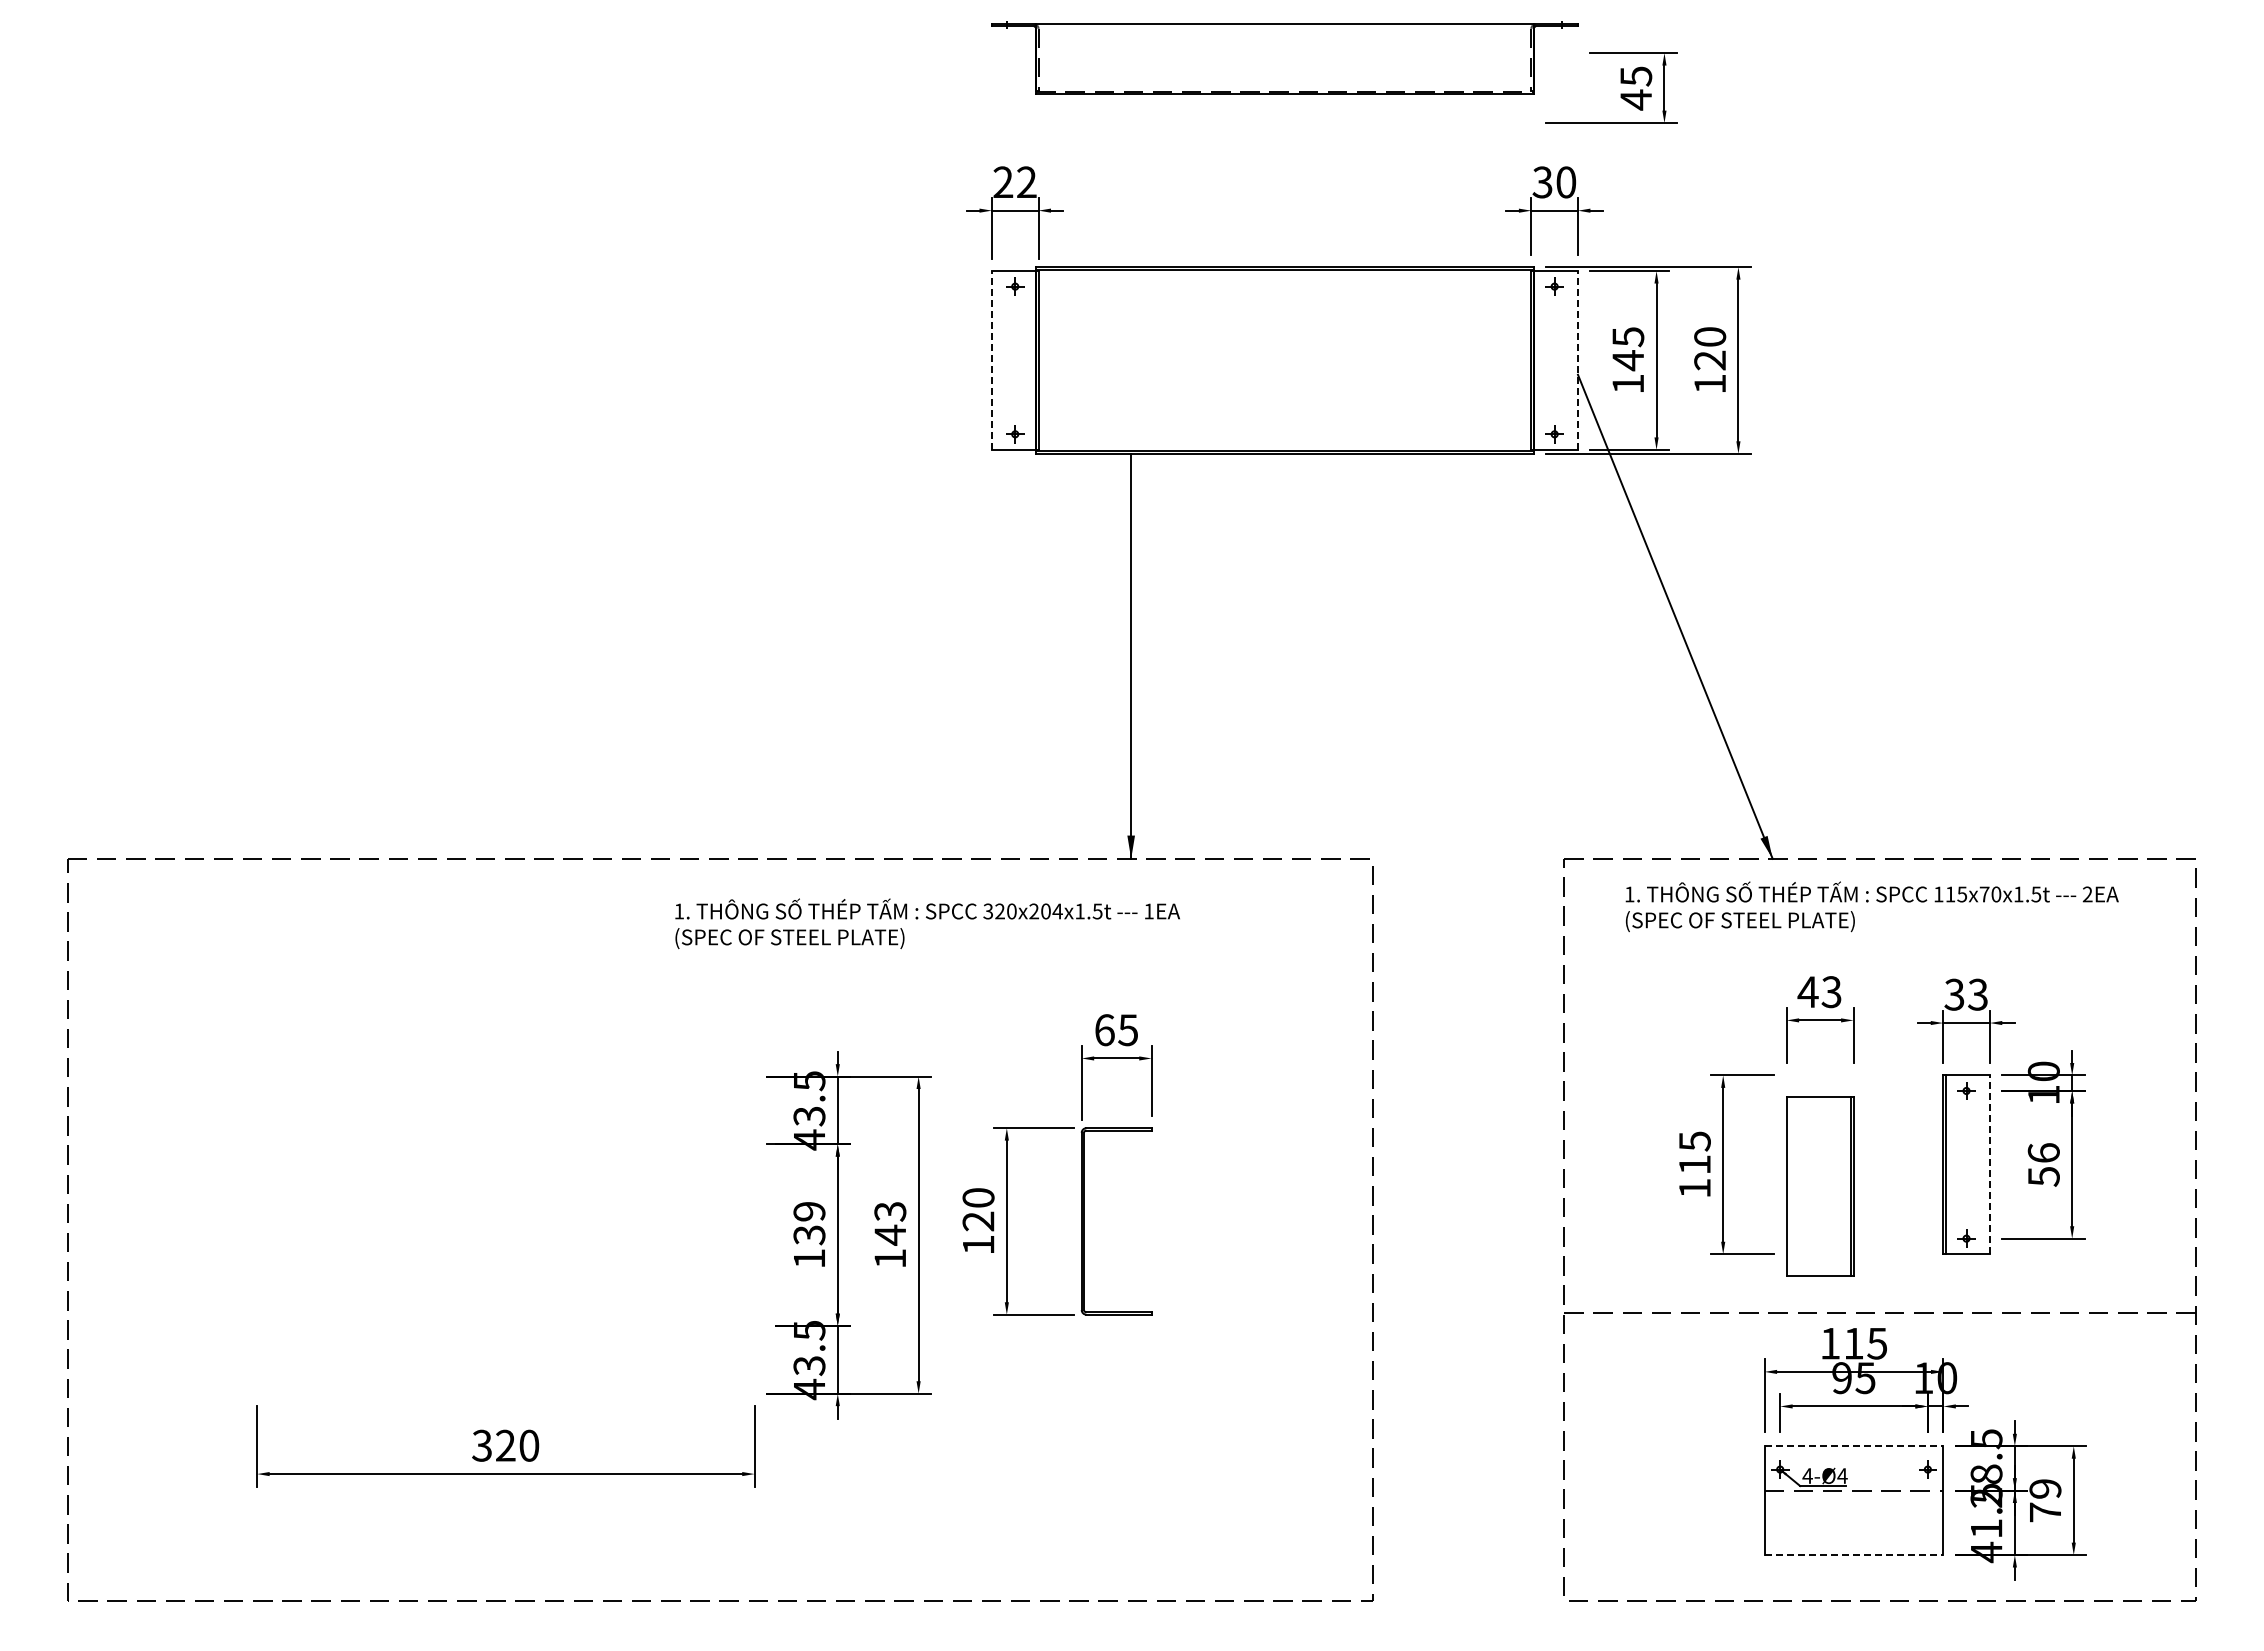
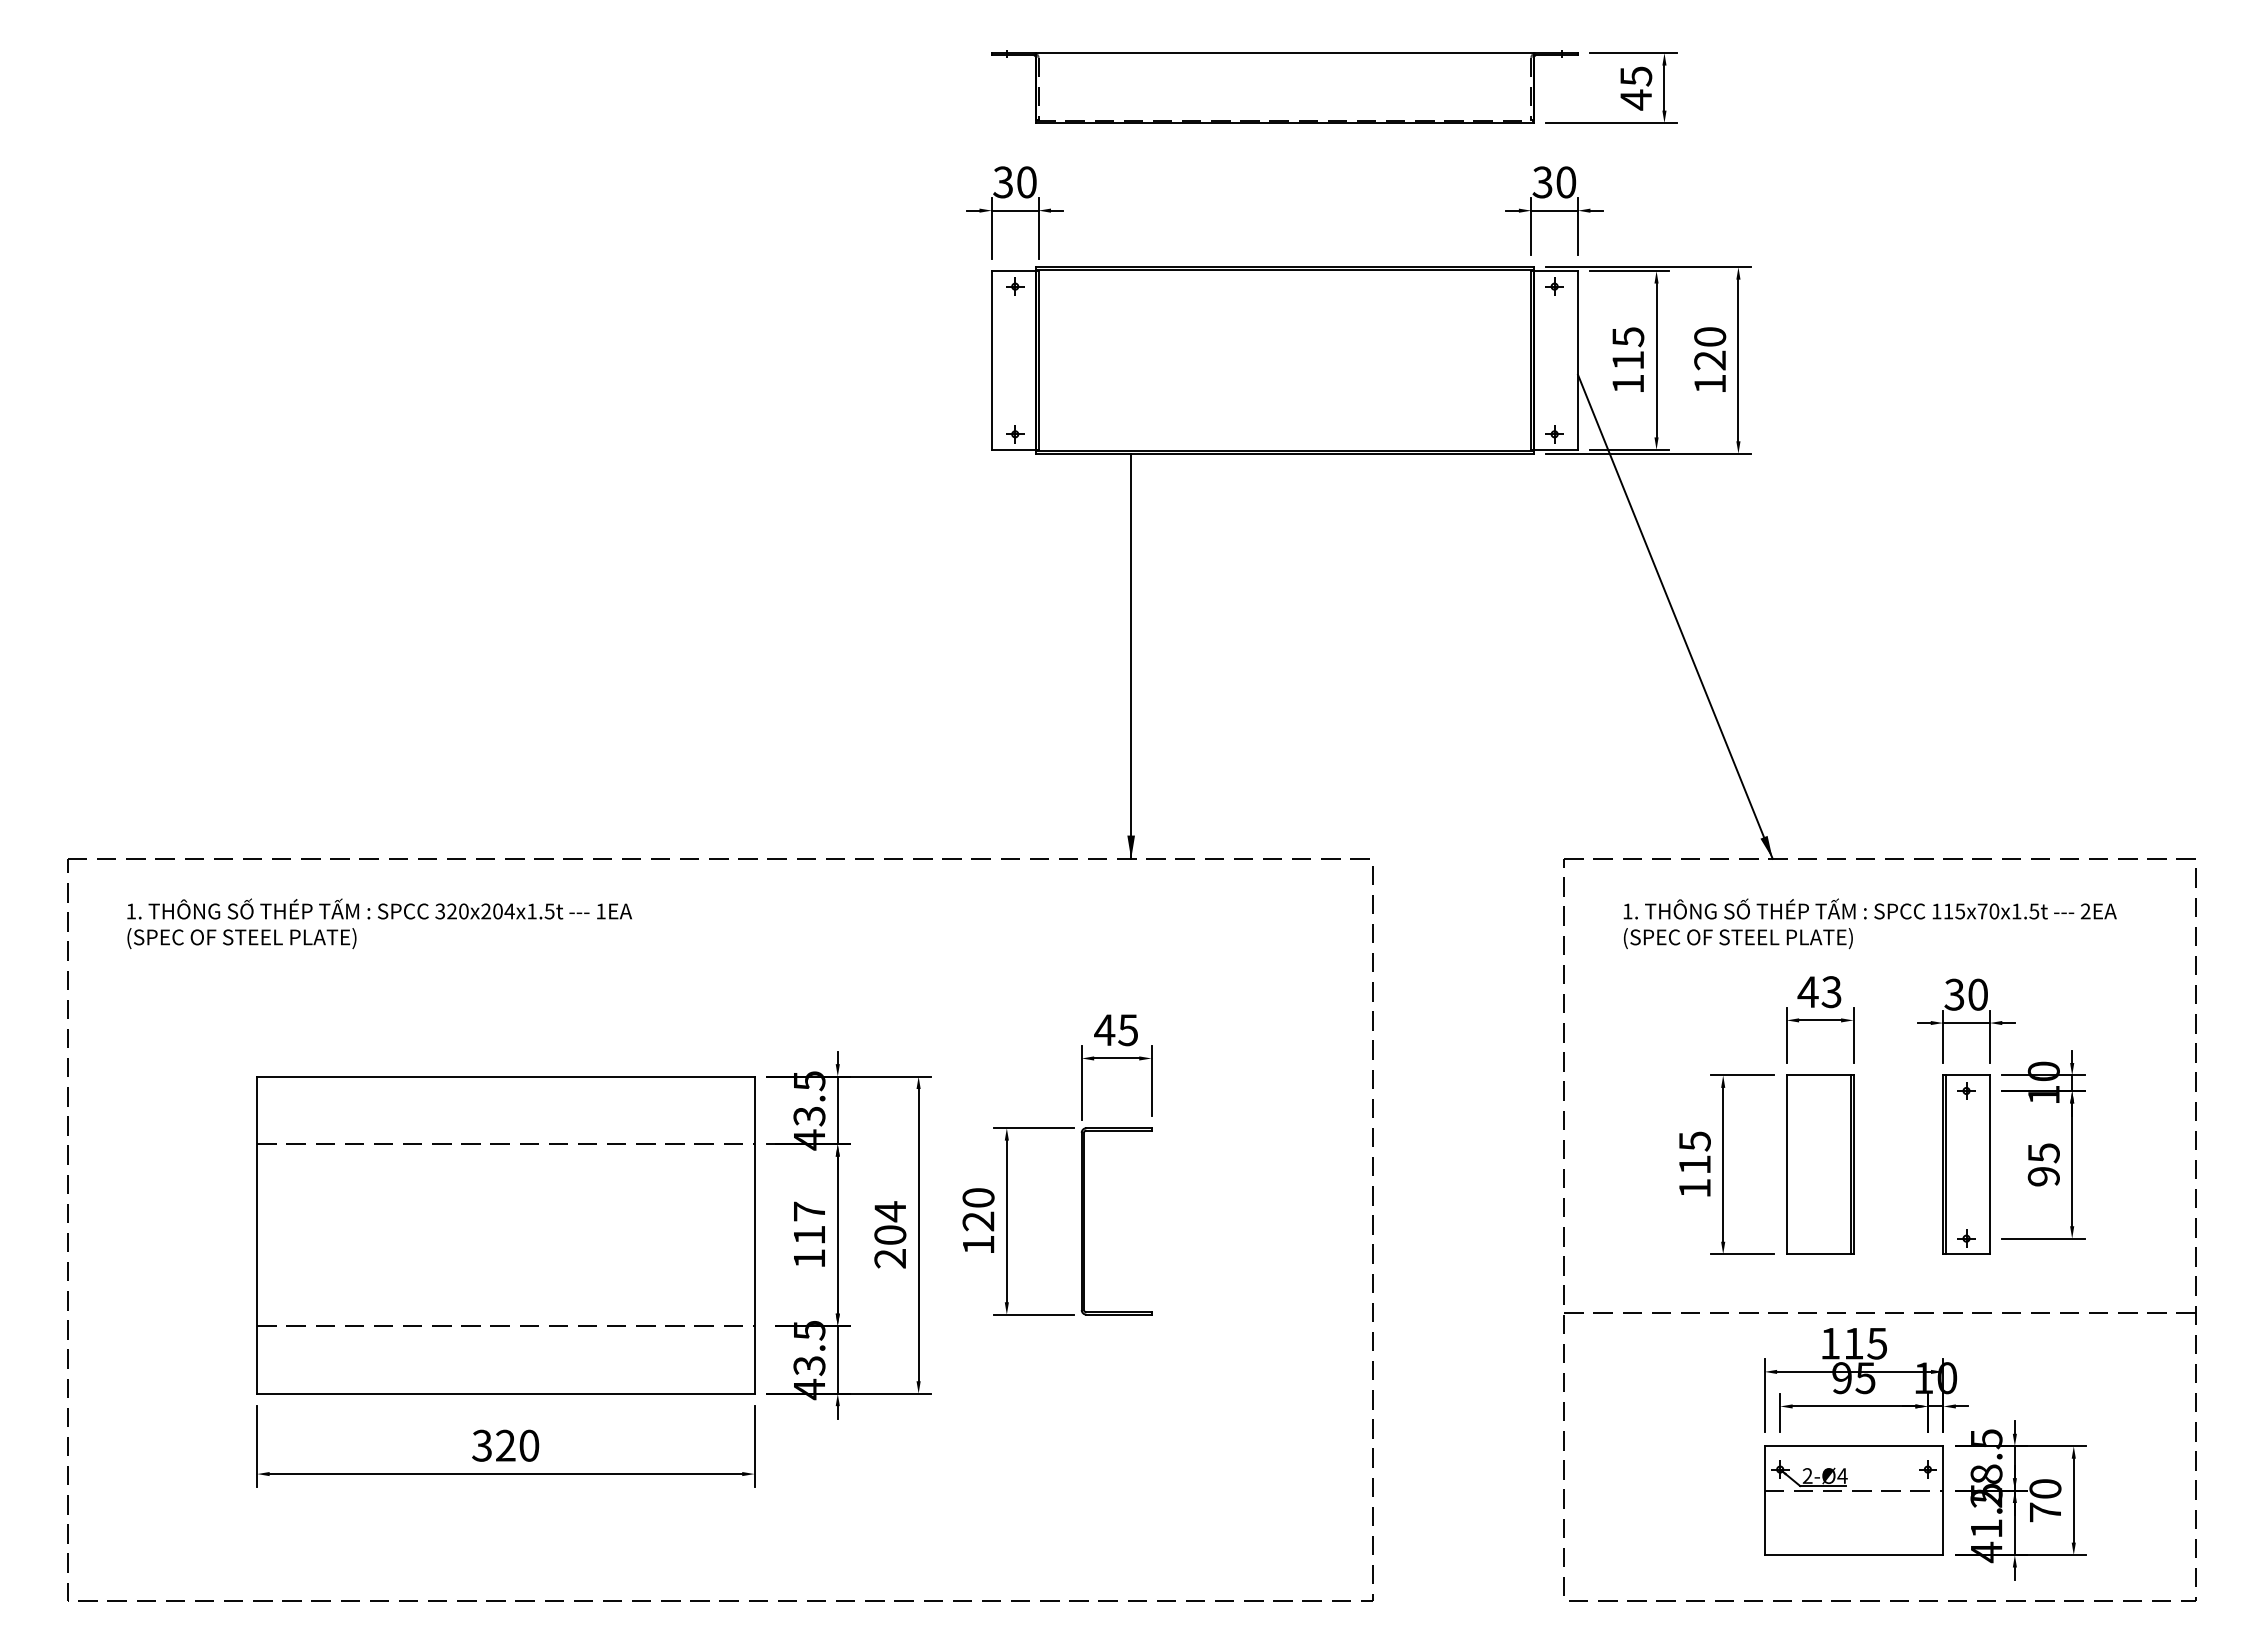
part at (1284, 57) position: (1284, 57) -> (1284, 86)
text at (1014, 182): 22 -> 30
line at (991, 359): dashed -> solid
line at (1577, 359): dashed -> solid
text at (1627, 360): 145 -> 115
text at (1871, 906) position: (1871, 906) -> (1869, 923)
text at (927, 923) position: (927, 923) -> (379, 923)
text at (1977, 994): 33 -> 30
text at (1104, 1030): 65 -> 45
line at (1989, 1164): dashed -> solid
text at (2043, 1164): 56 -> 95
part at (1820, 1186) position: (1820, 1186) -> (1820, 1164)
text at (809, 1223): 139 -> 117
text at (890, 1234): 143 -> 204
part at (505, 1235): none -> present
line at (1854, 1446): dashed -> solid
text at (1807, 1475): 4-Ø4 -> 2-Ø4
text at (2045, 1488): 79 -> 70
line at (1854, 1555): dashed -> solid
